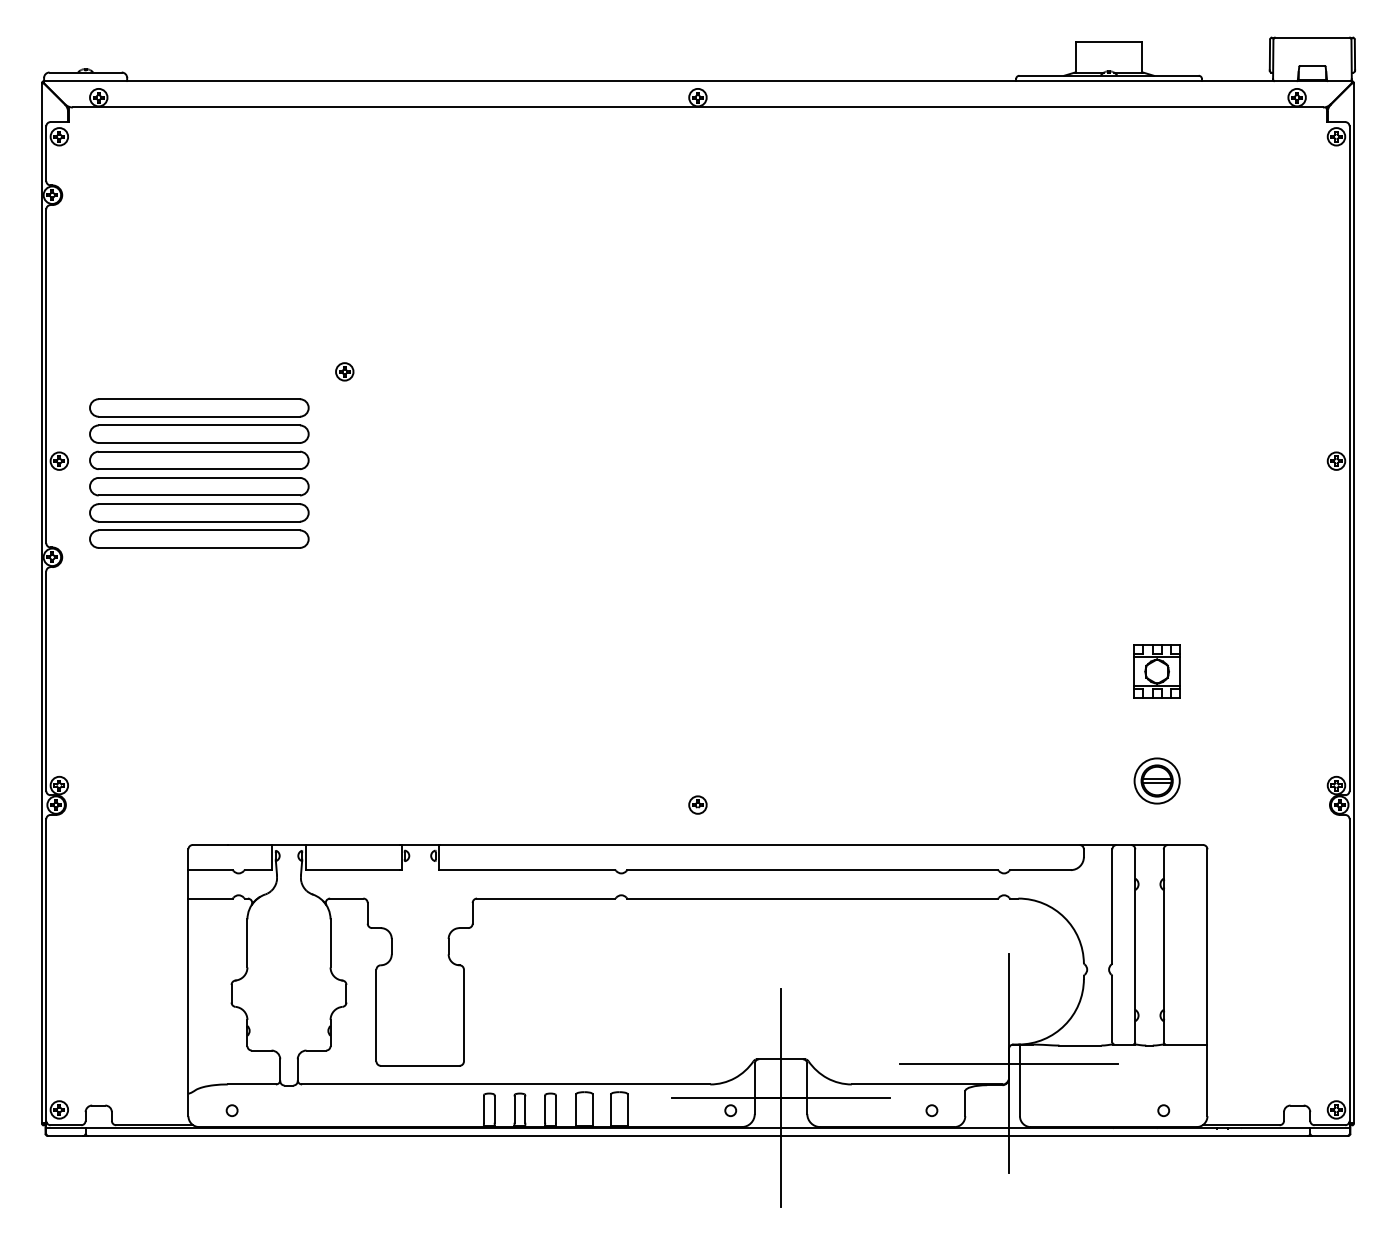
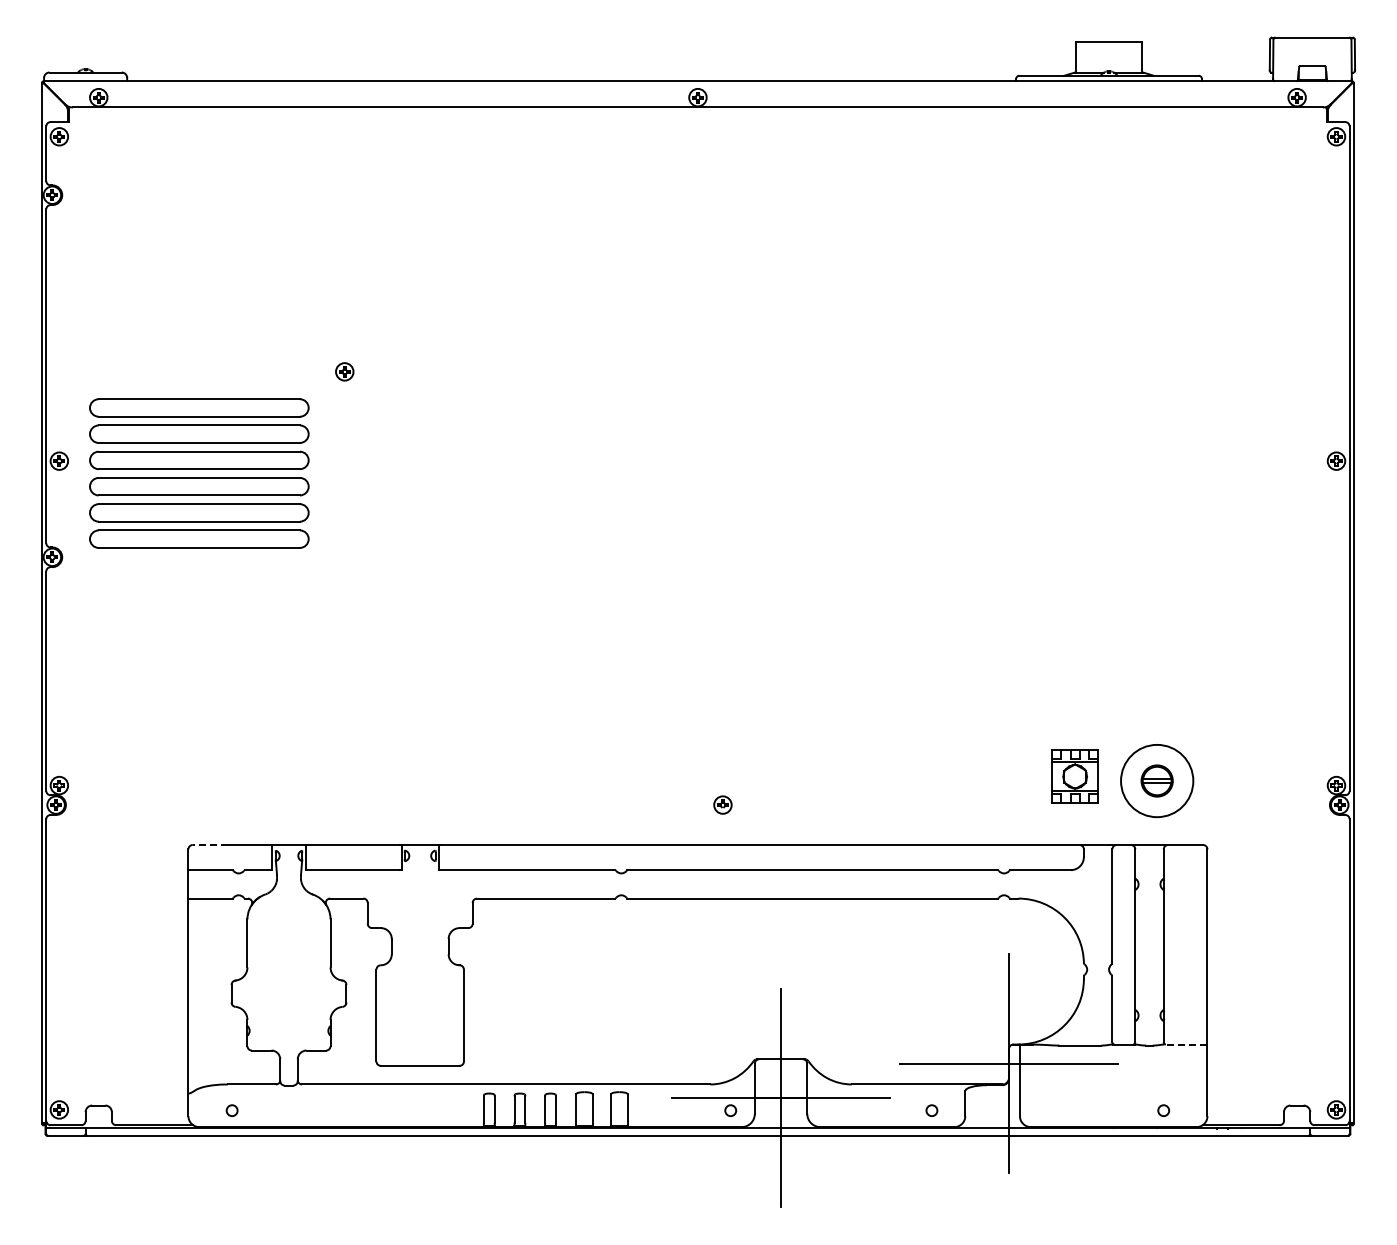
part at (1156, 671) position: (1156, 671) -> (1074, 776)
circle at (1156, 780) diameter: 45 px -> 72 px
part at (697, 804) position: (697, 804) -> (722, 804)
line at (209, 845): solid -> dashed
line at (1185, 1044): solid -> dashed
